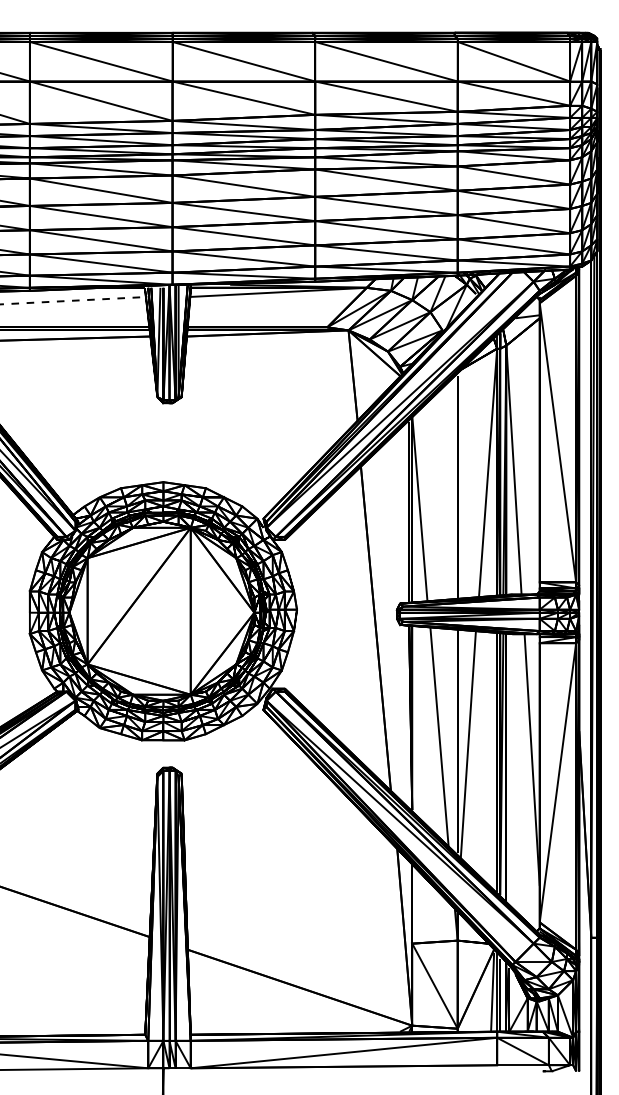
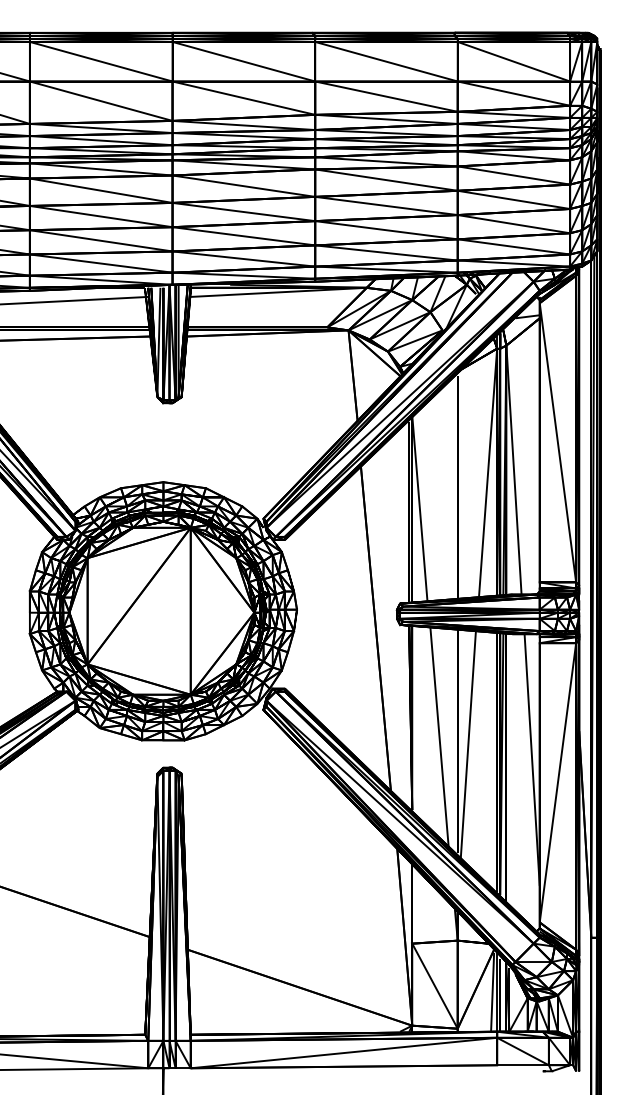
line at (74, 300): dashed -> solid
